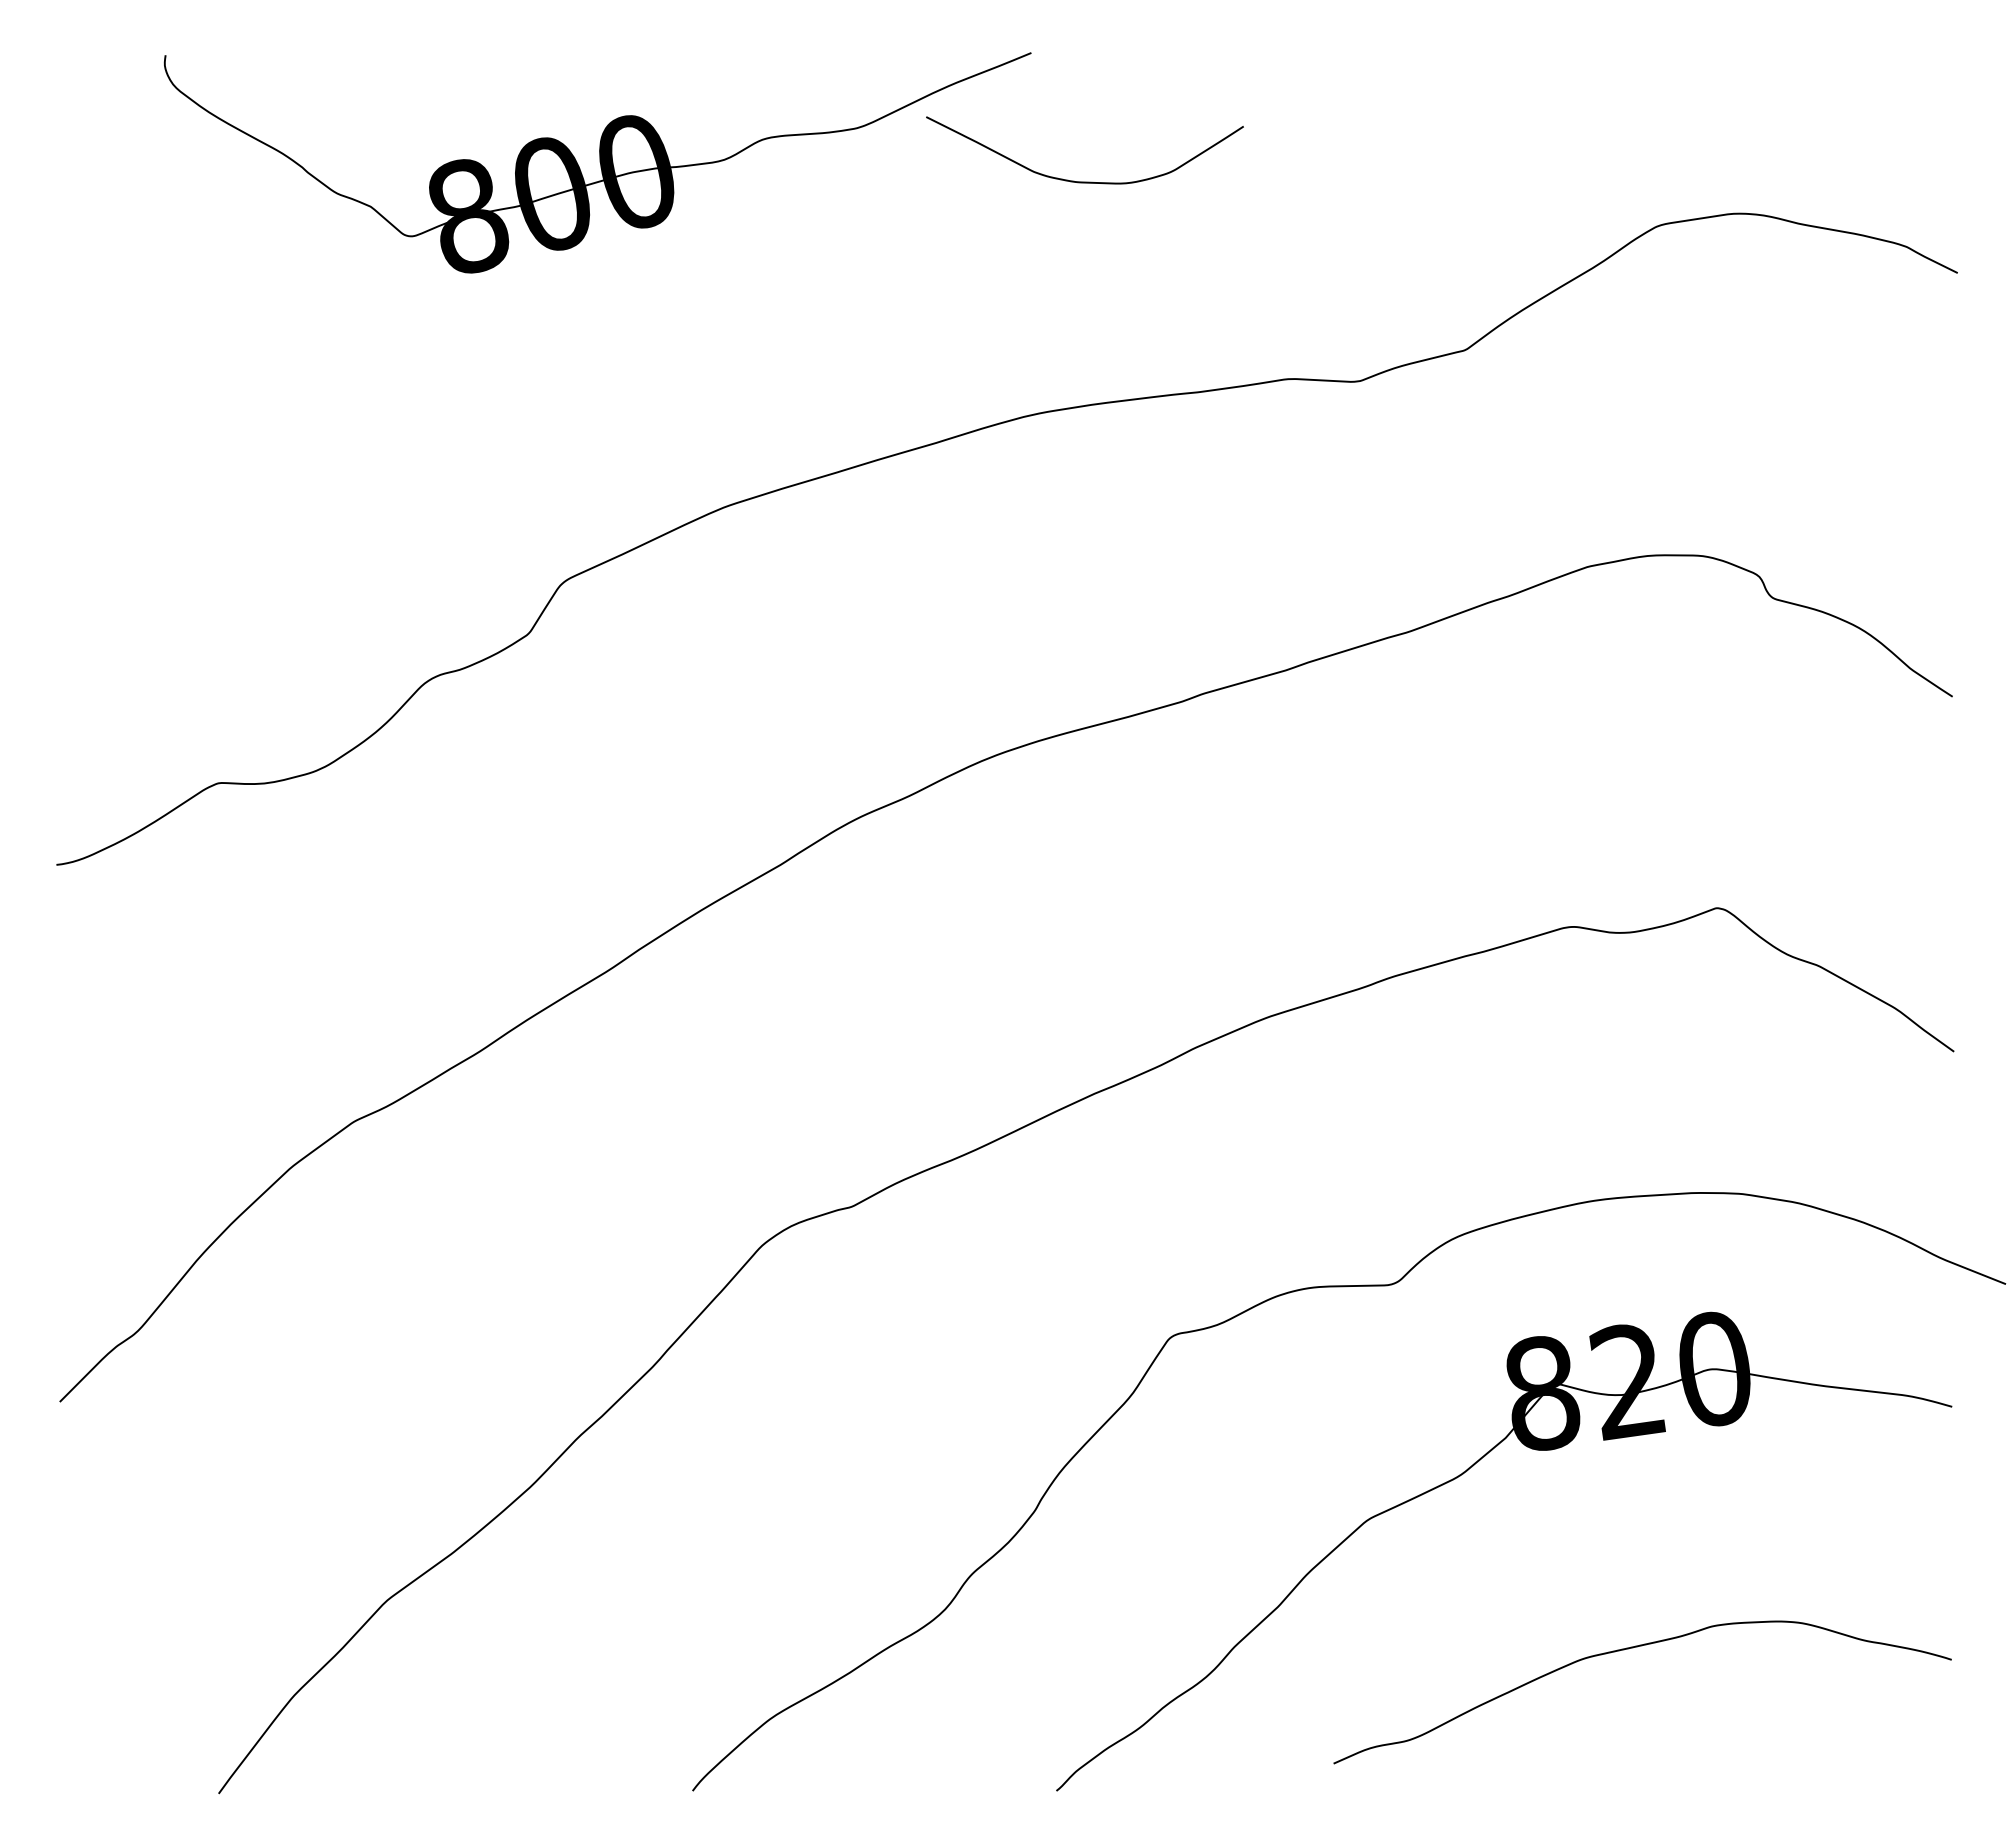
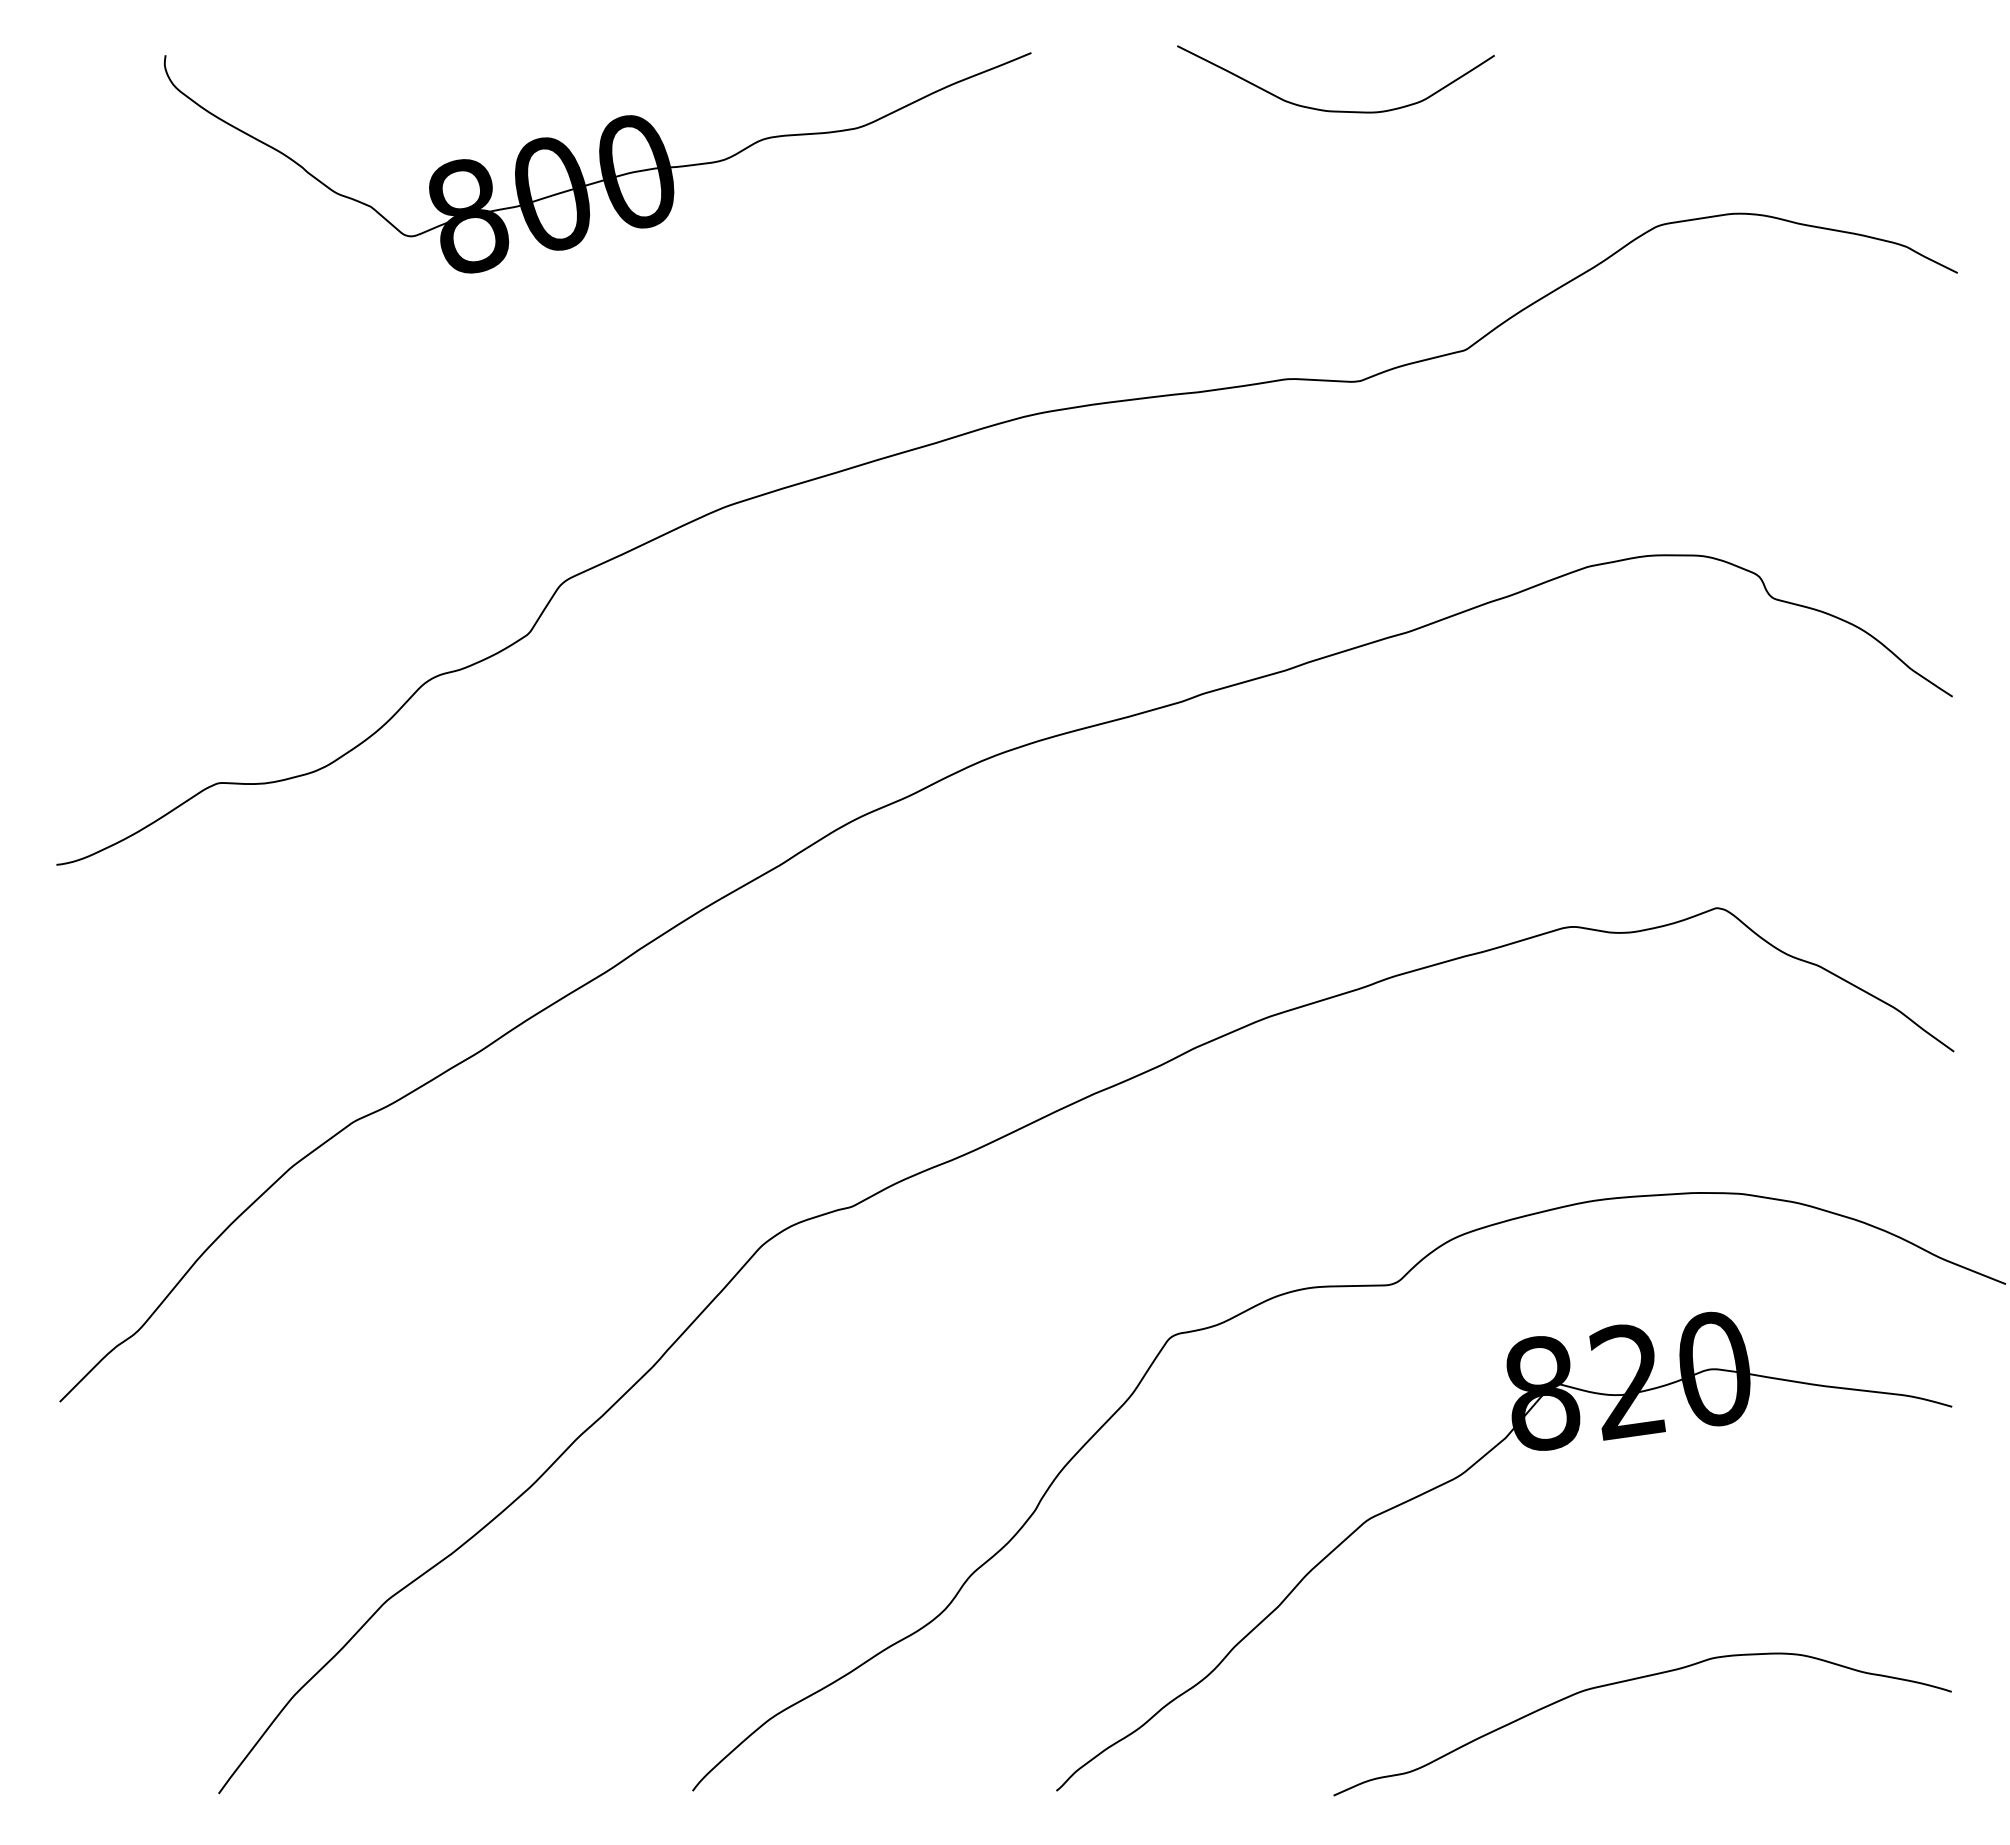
curve at (1084, 181) position: (1084, 181) -> (1335, 110)
curve at (1633, 1648) position: (1633, 1648) -> (1633, 1680)
